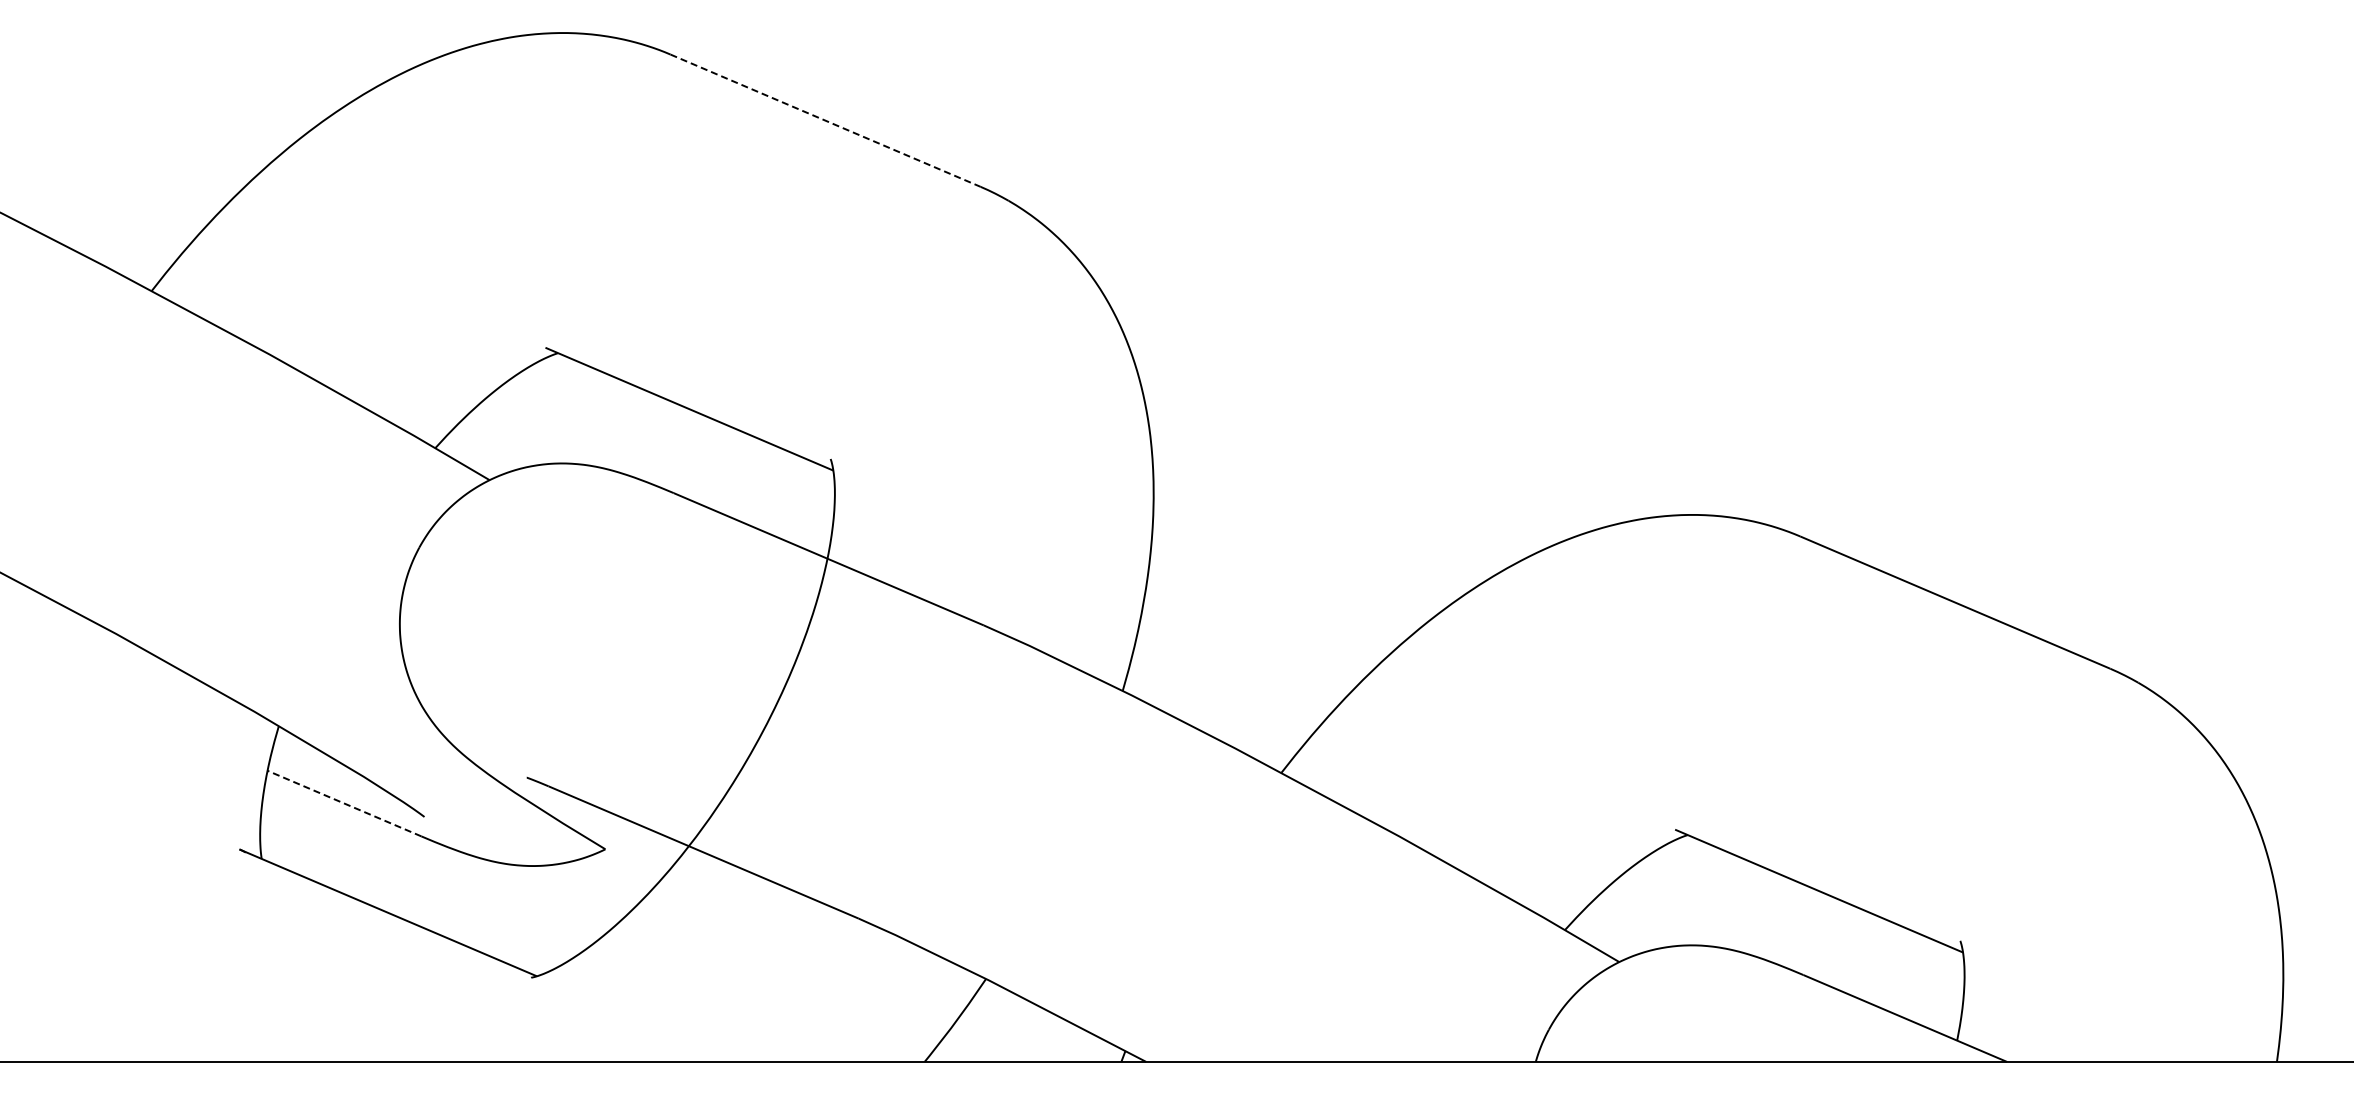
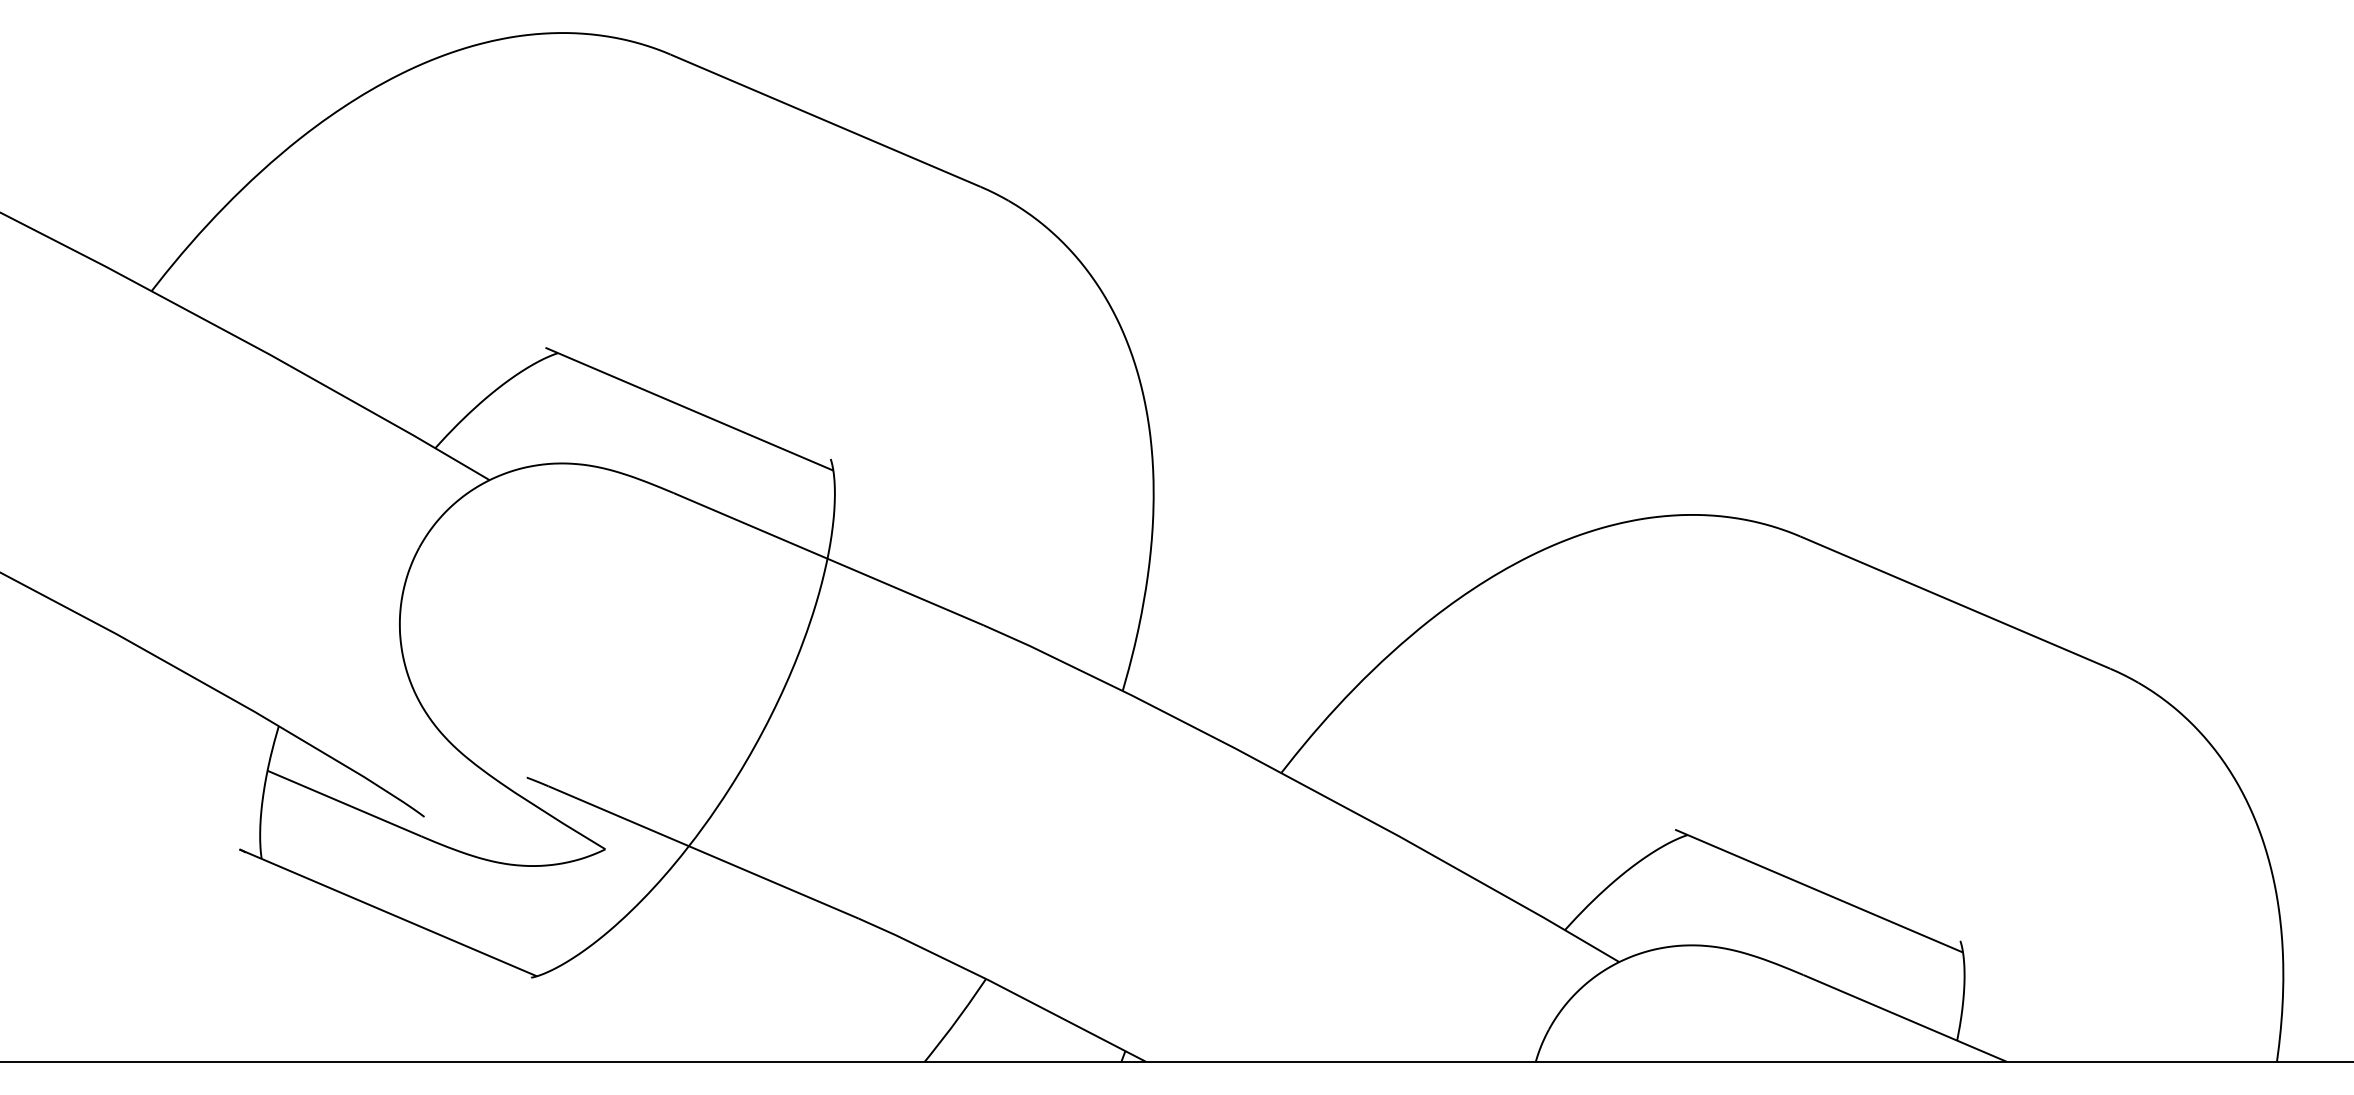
line at (825, 120): dashed -> solid
line at (344, 803): dashed -> solid
